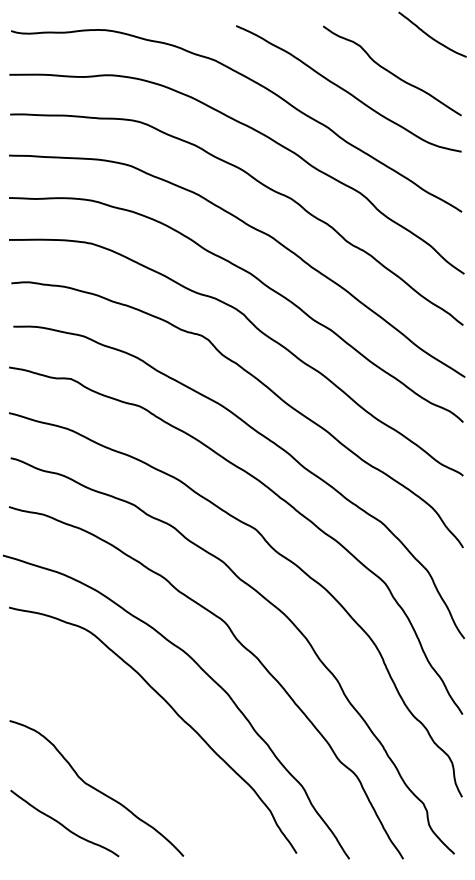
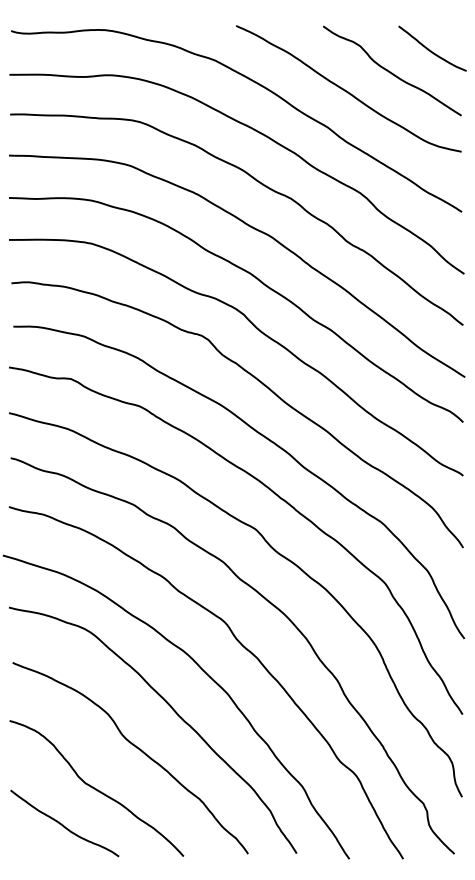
curve at (431, 36) position: (431, 36) -> (431, 50)
curve at (136, 748): none -> present
